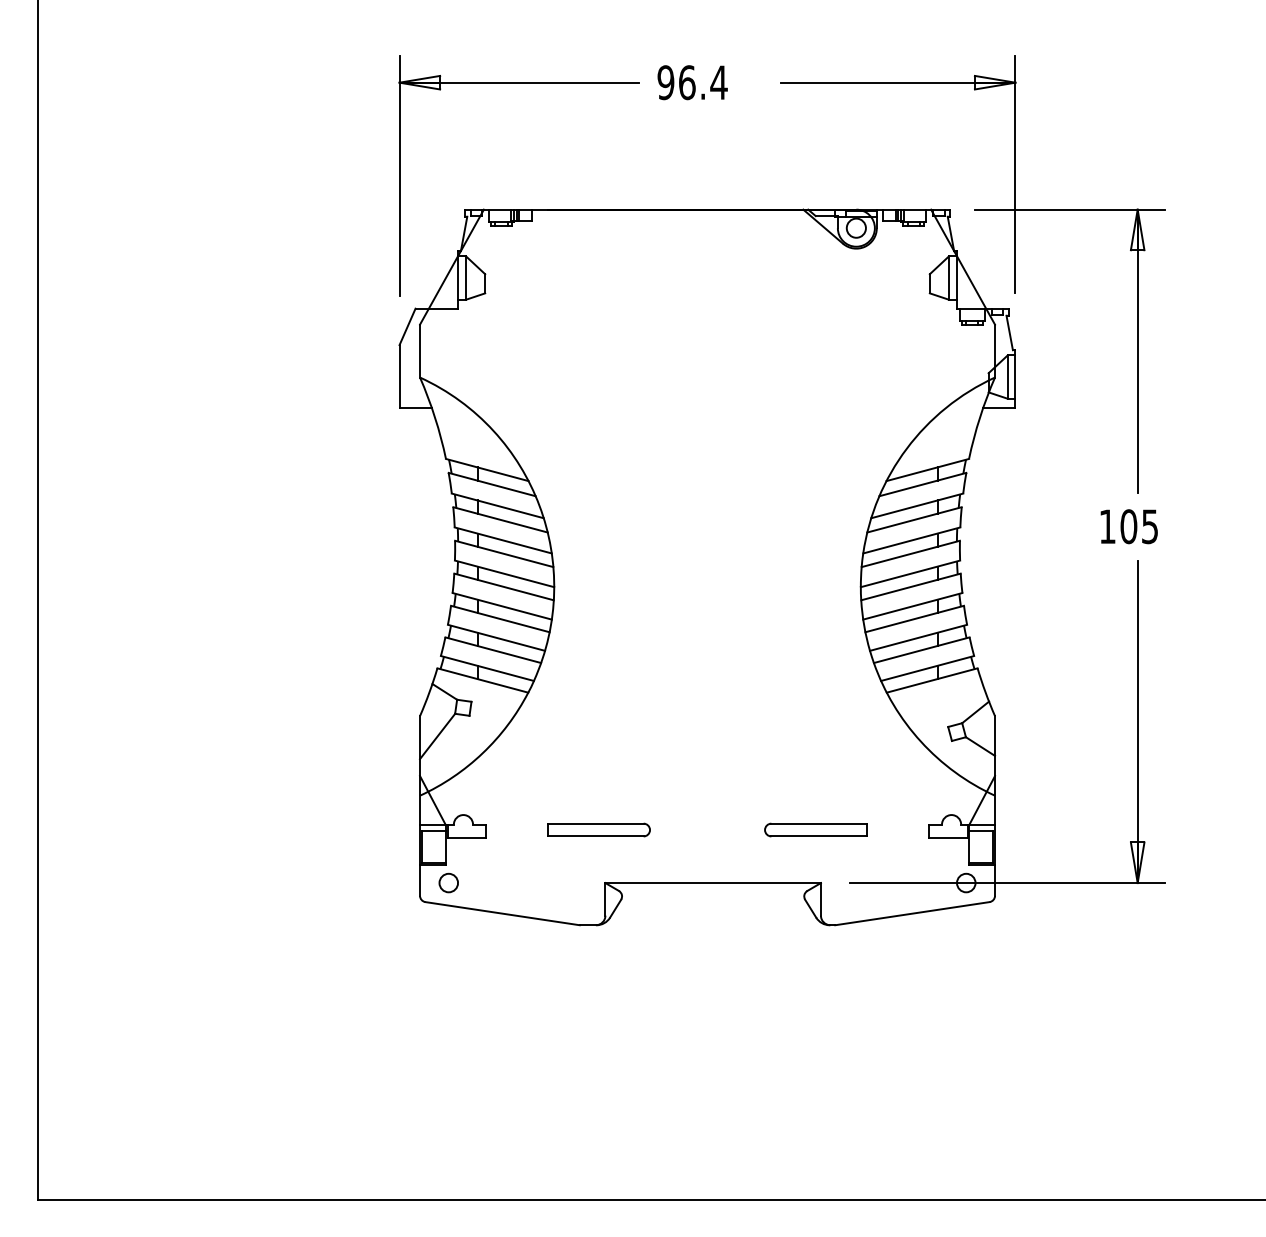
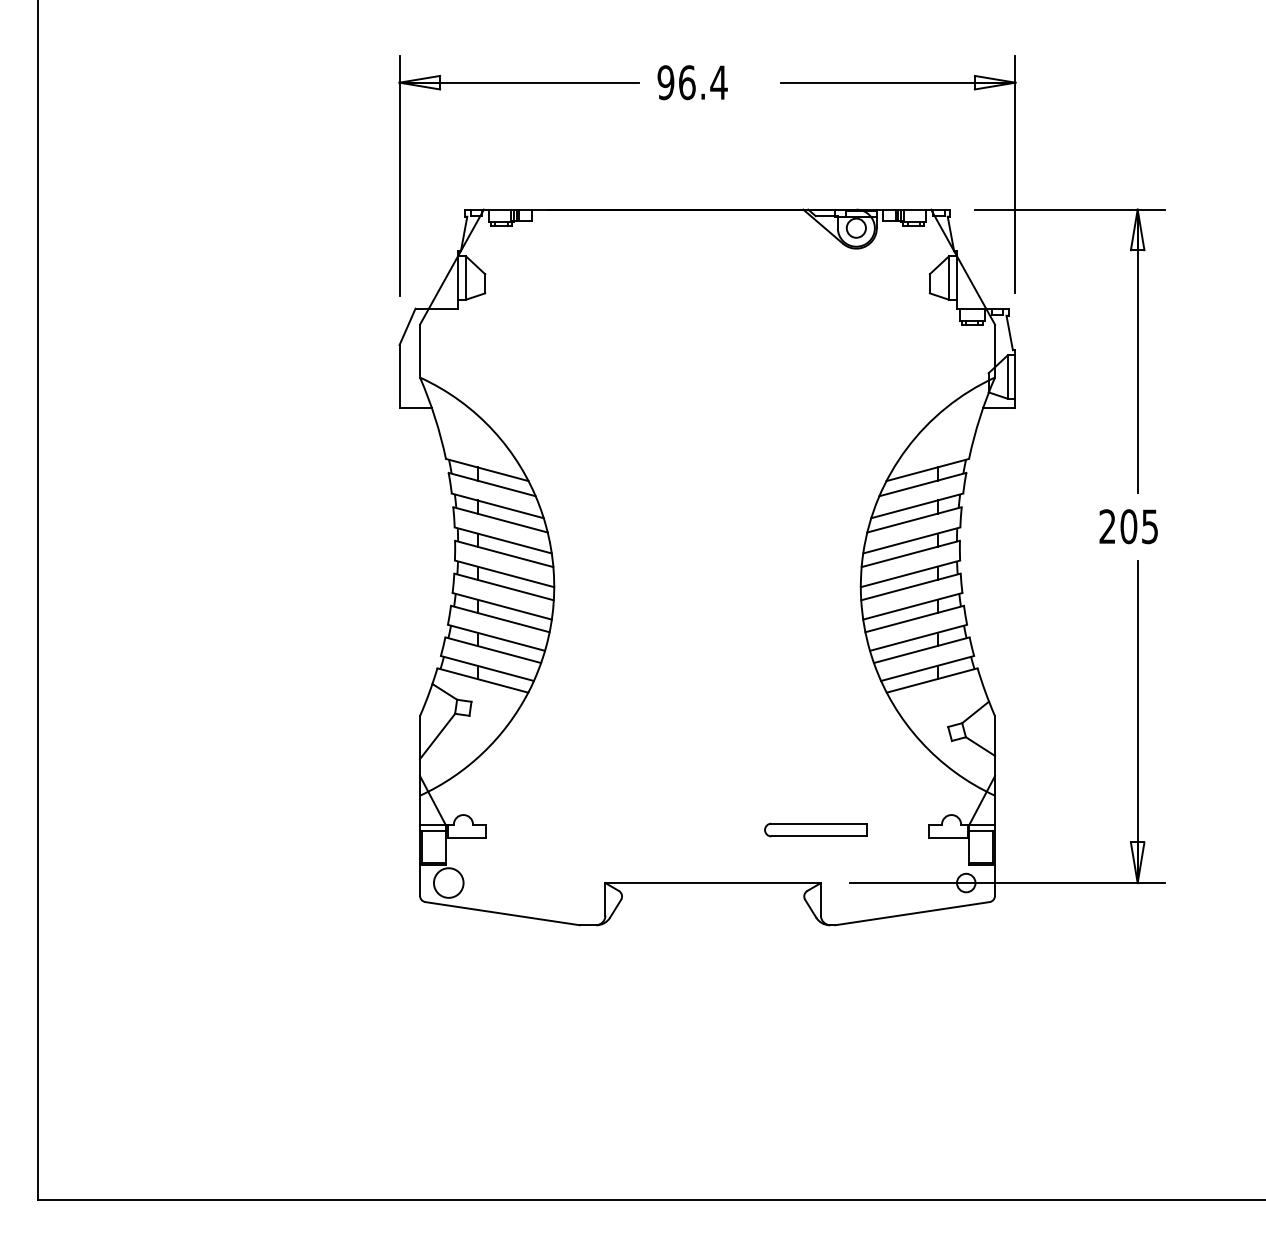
text at (1107, 526): 105 -> 205
part at (598, 829): present -> none
circle at (448, 882) diameter: 19 px -> 30 px
